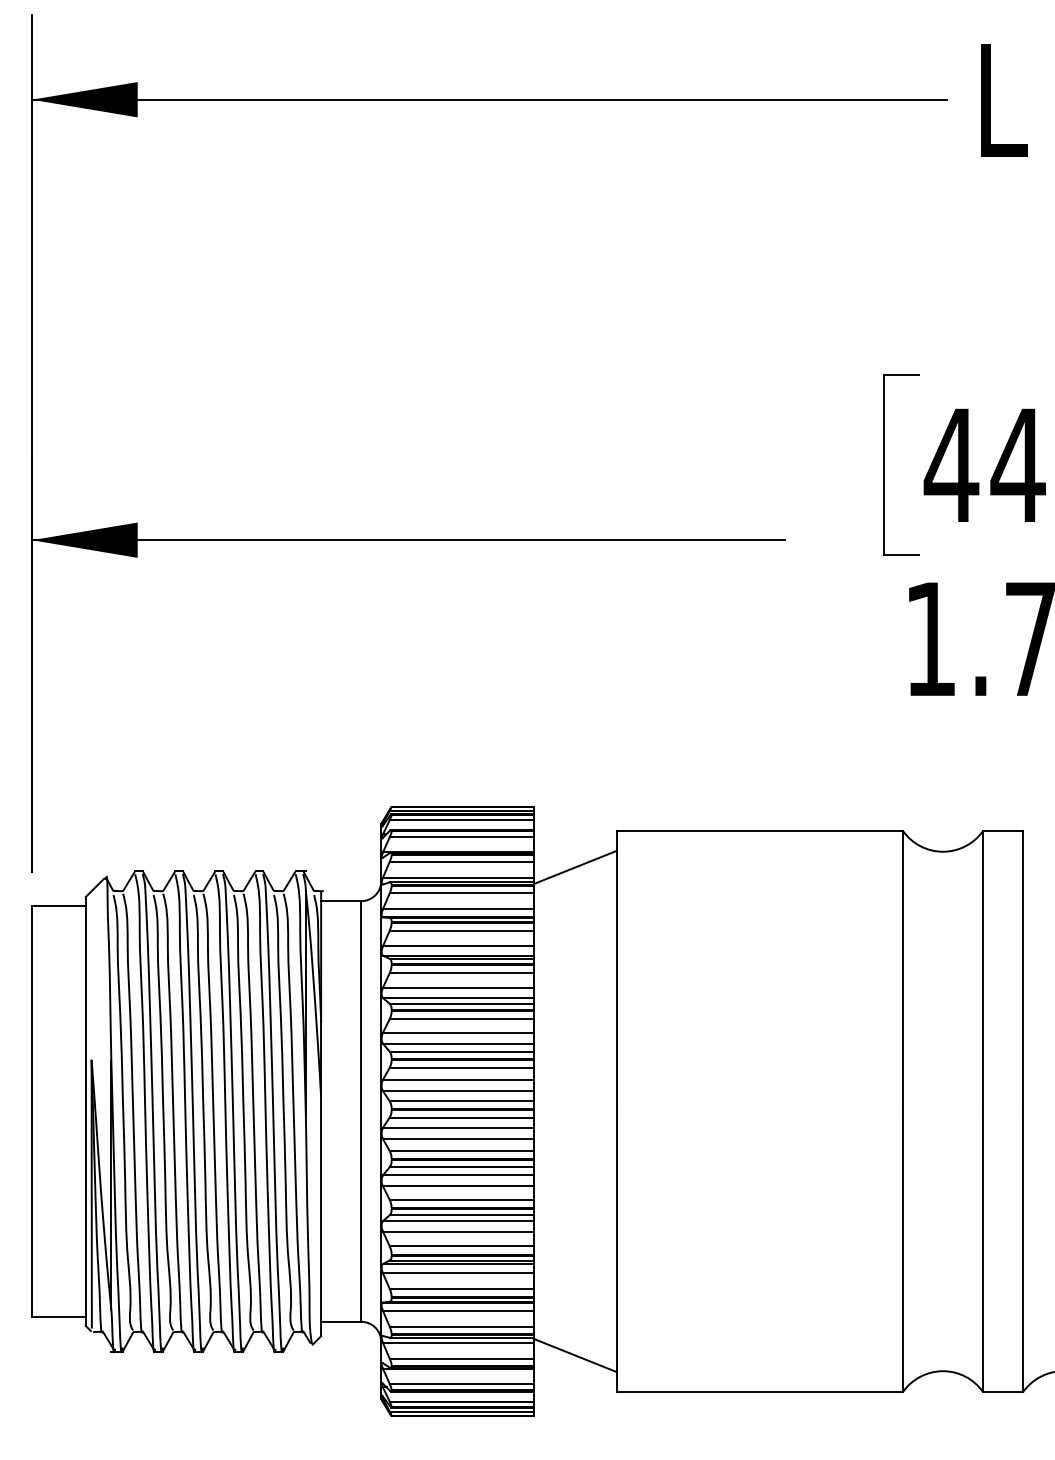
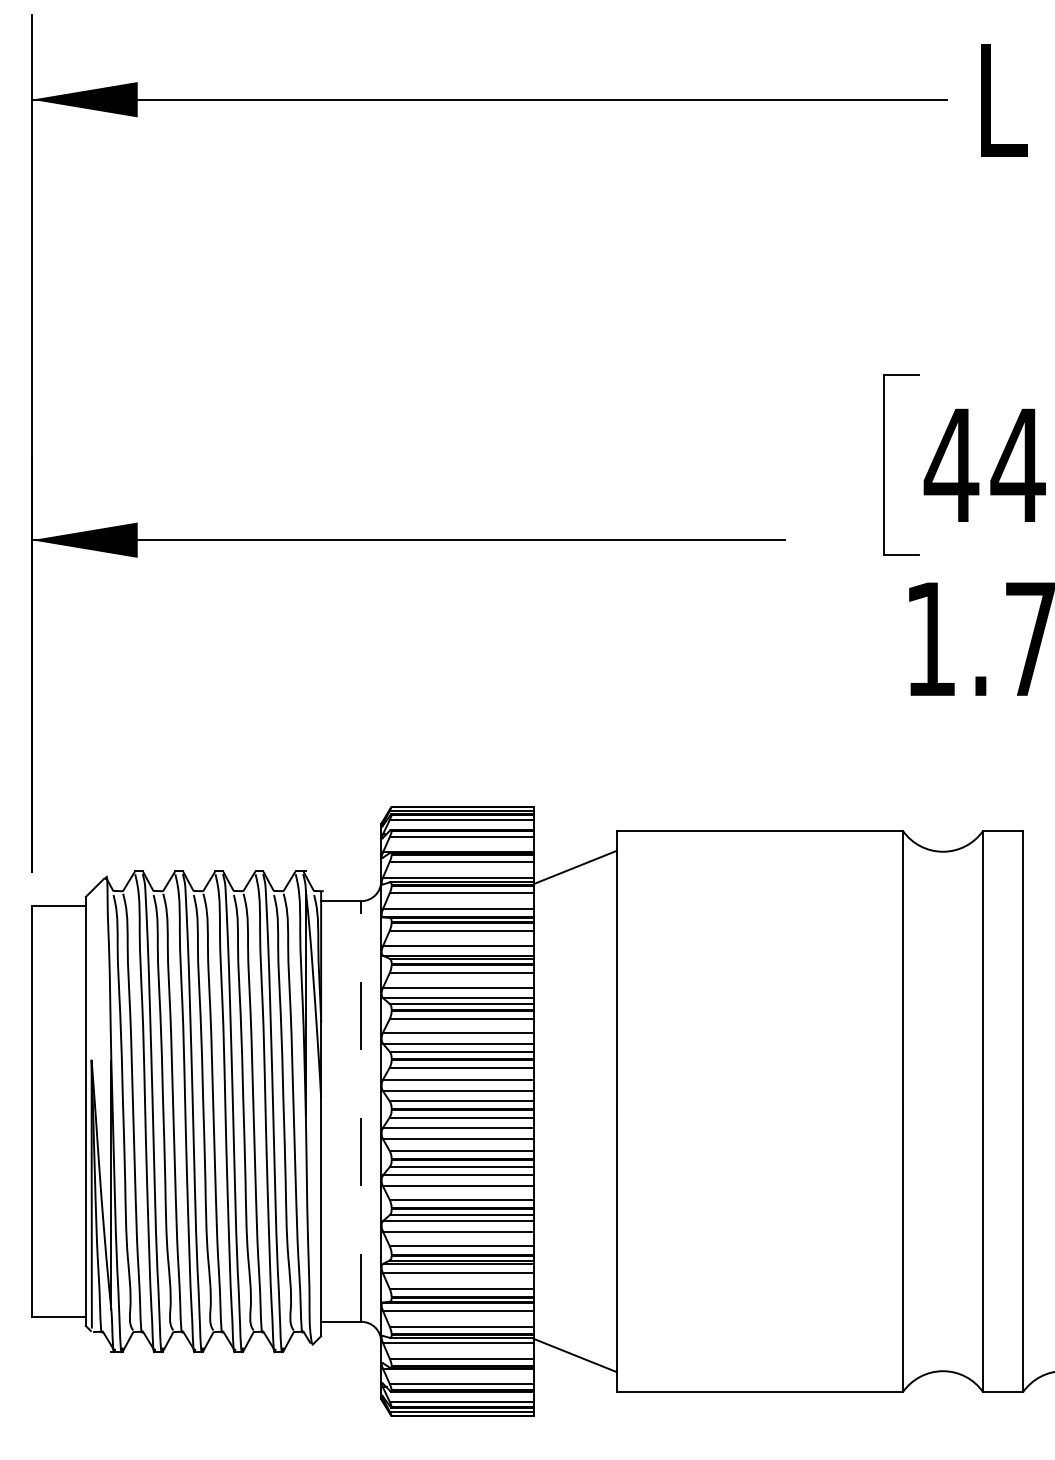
line at (361, 1110): solid -> dashed
